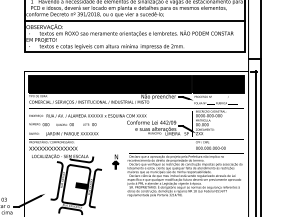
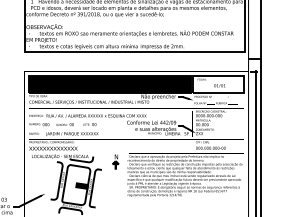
line at (134, 21): present -> none
fill at (218, 84): present -> none
